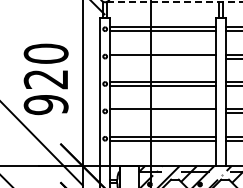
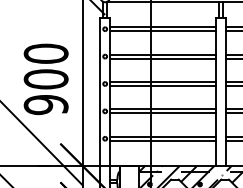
line at (174, 2): dashed -> solid
line at (163, 58): none -> present
text at (45, 79): 920 -> 900
line at (163, 113): none -> present
